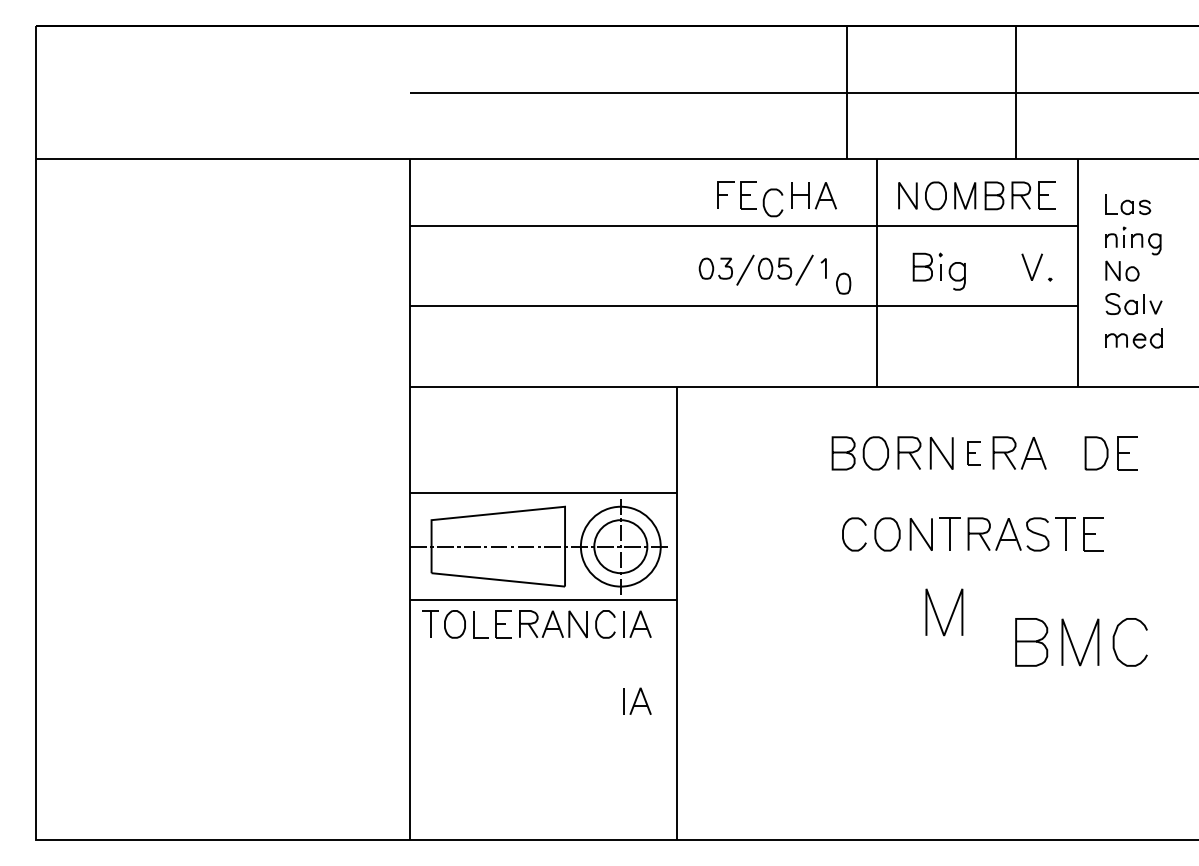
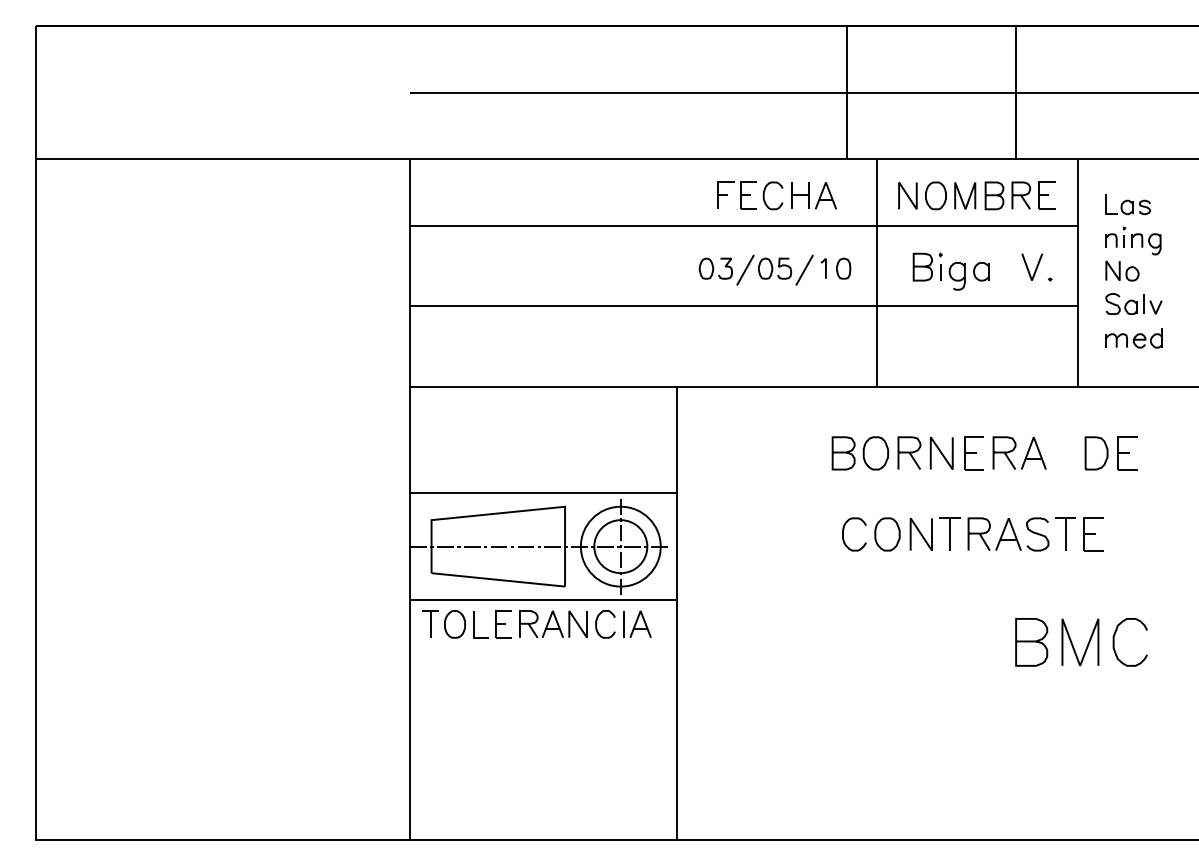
curve at (764, 202) position: (764, 202) -> (764, 195)
part at (981, 271): none -> present
part at (843, 283) position: (843, 283) -> (843, 268)
part at (973, 453) size: 14x25 px -> 20x35 px
curve at (951, 613): present -> none
part at (637, 700): present -> none
